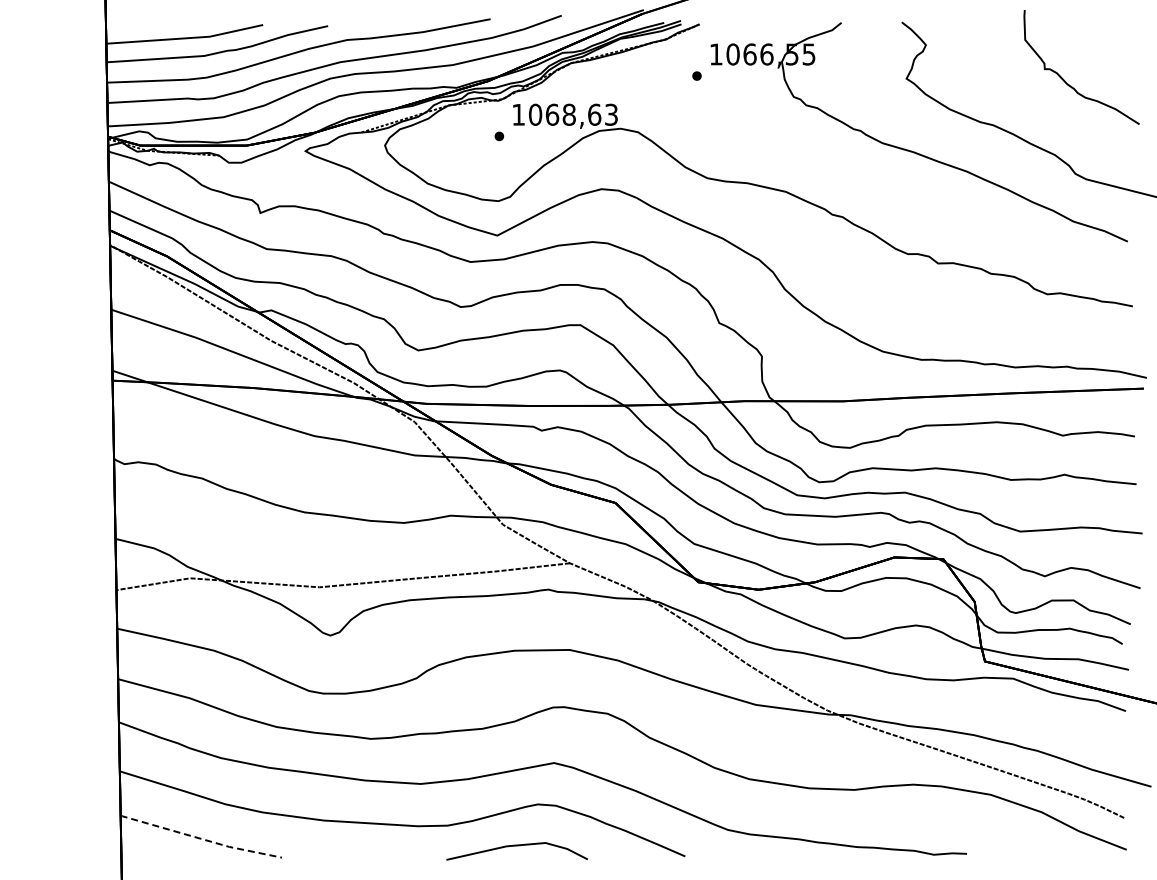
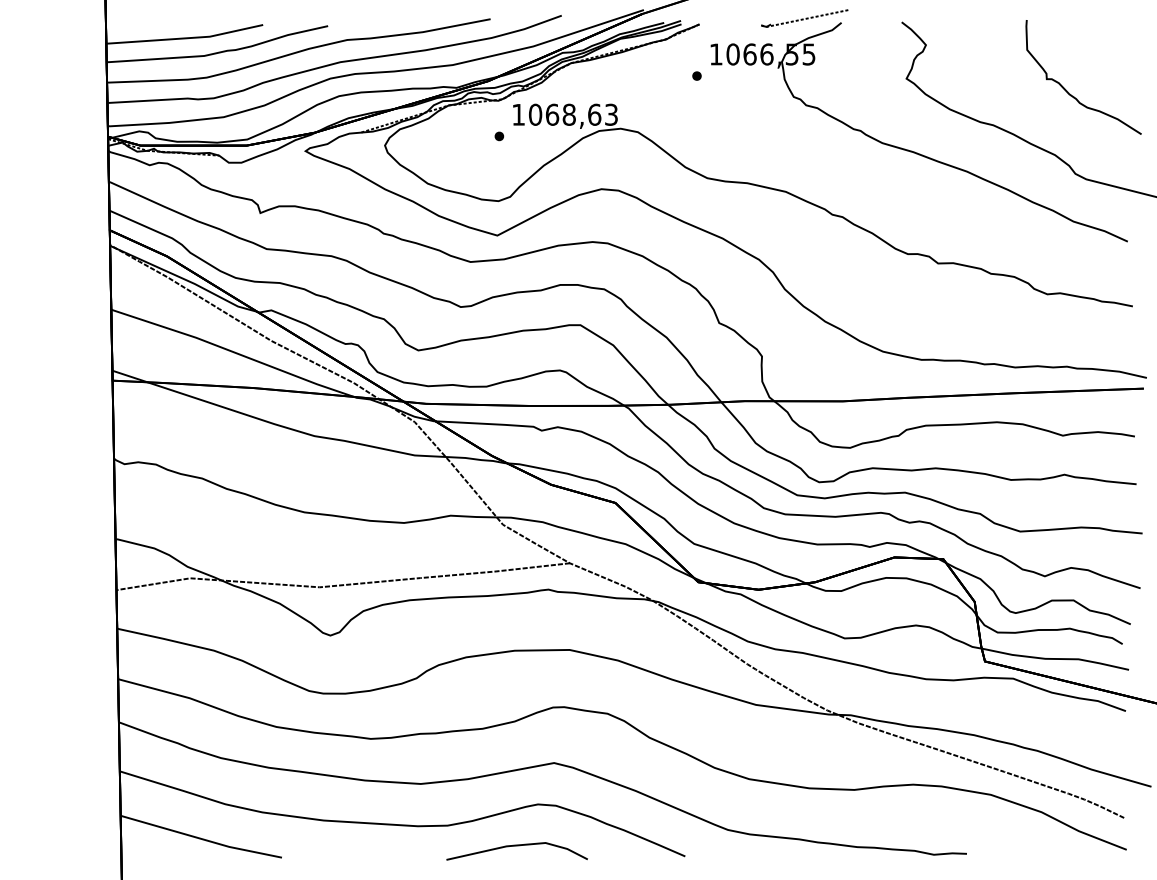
part at (804, 18): none -> present
curve at (1066, 81) position: (1066, 81) -> (1068, 91)
line at (200, 838): dashed -> solid
